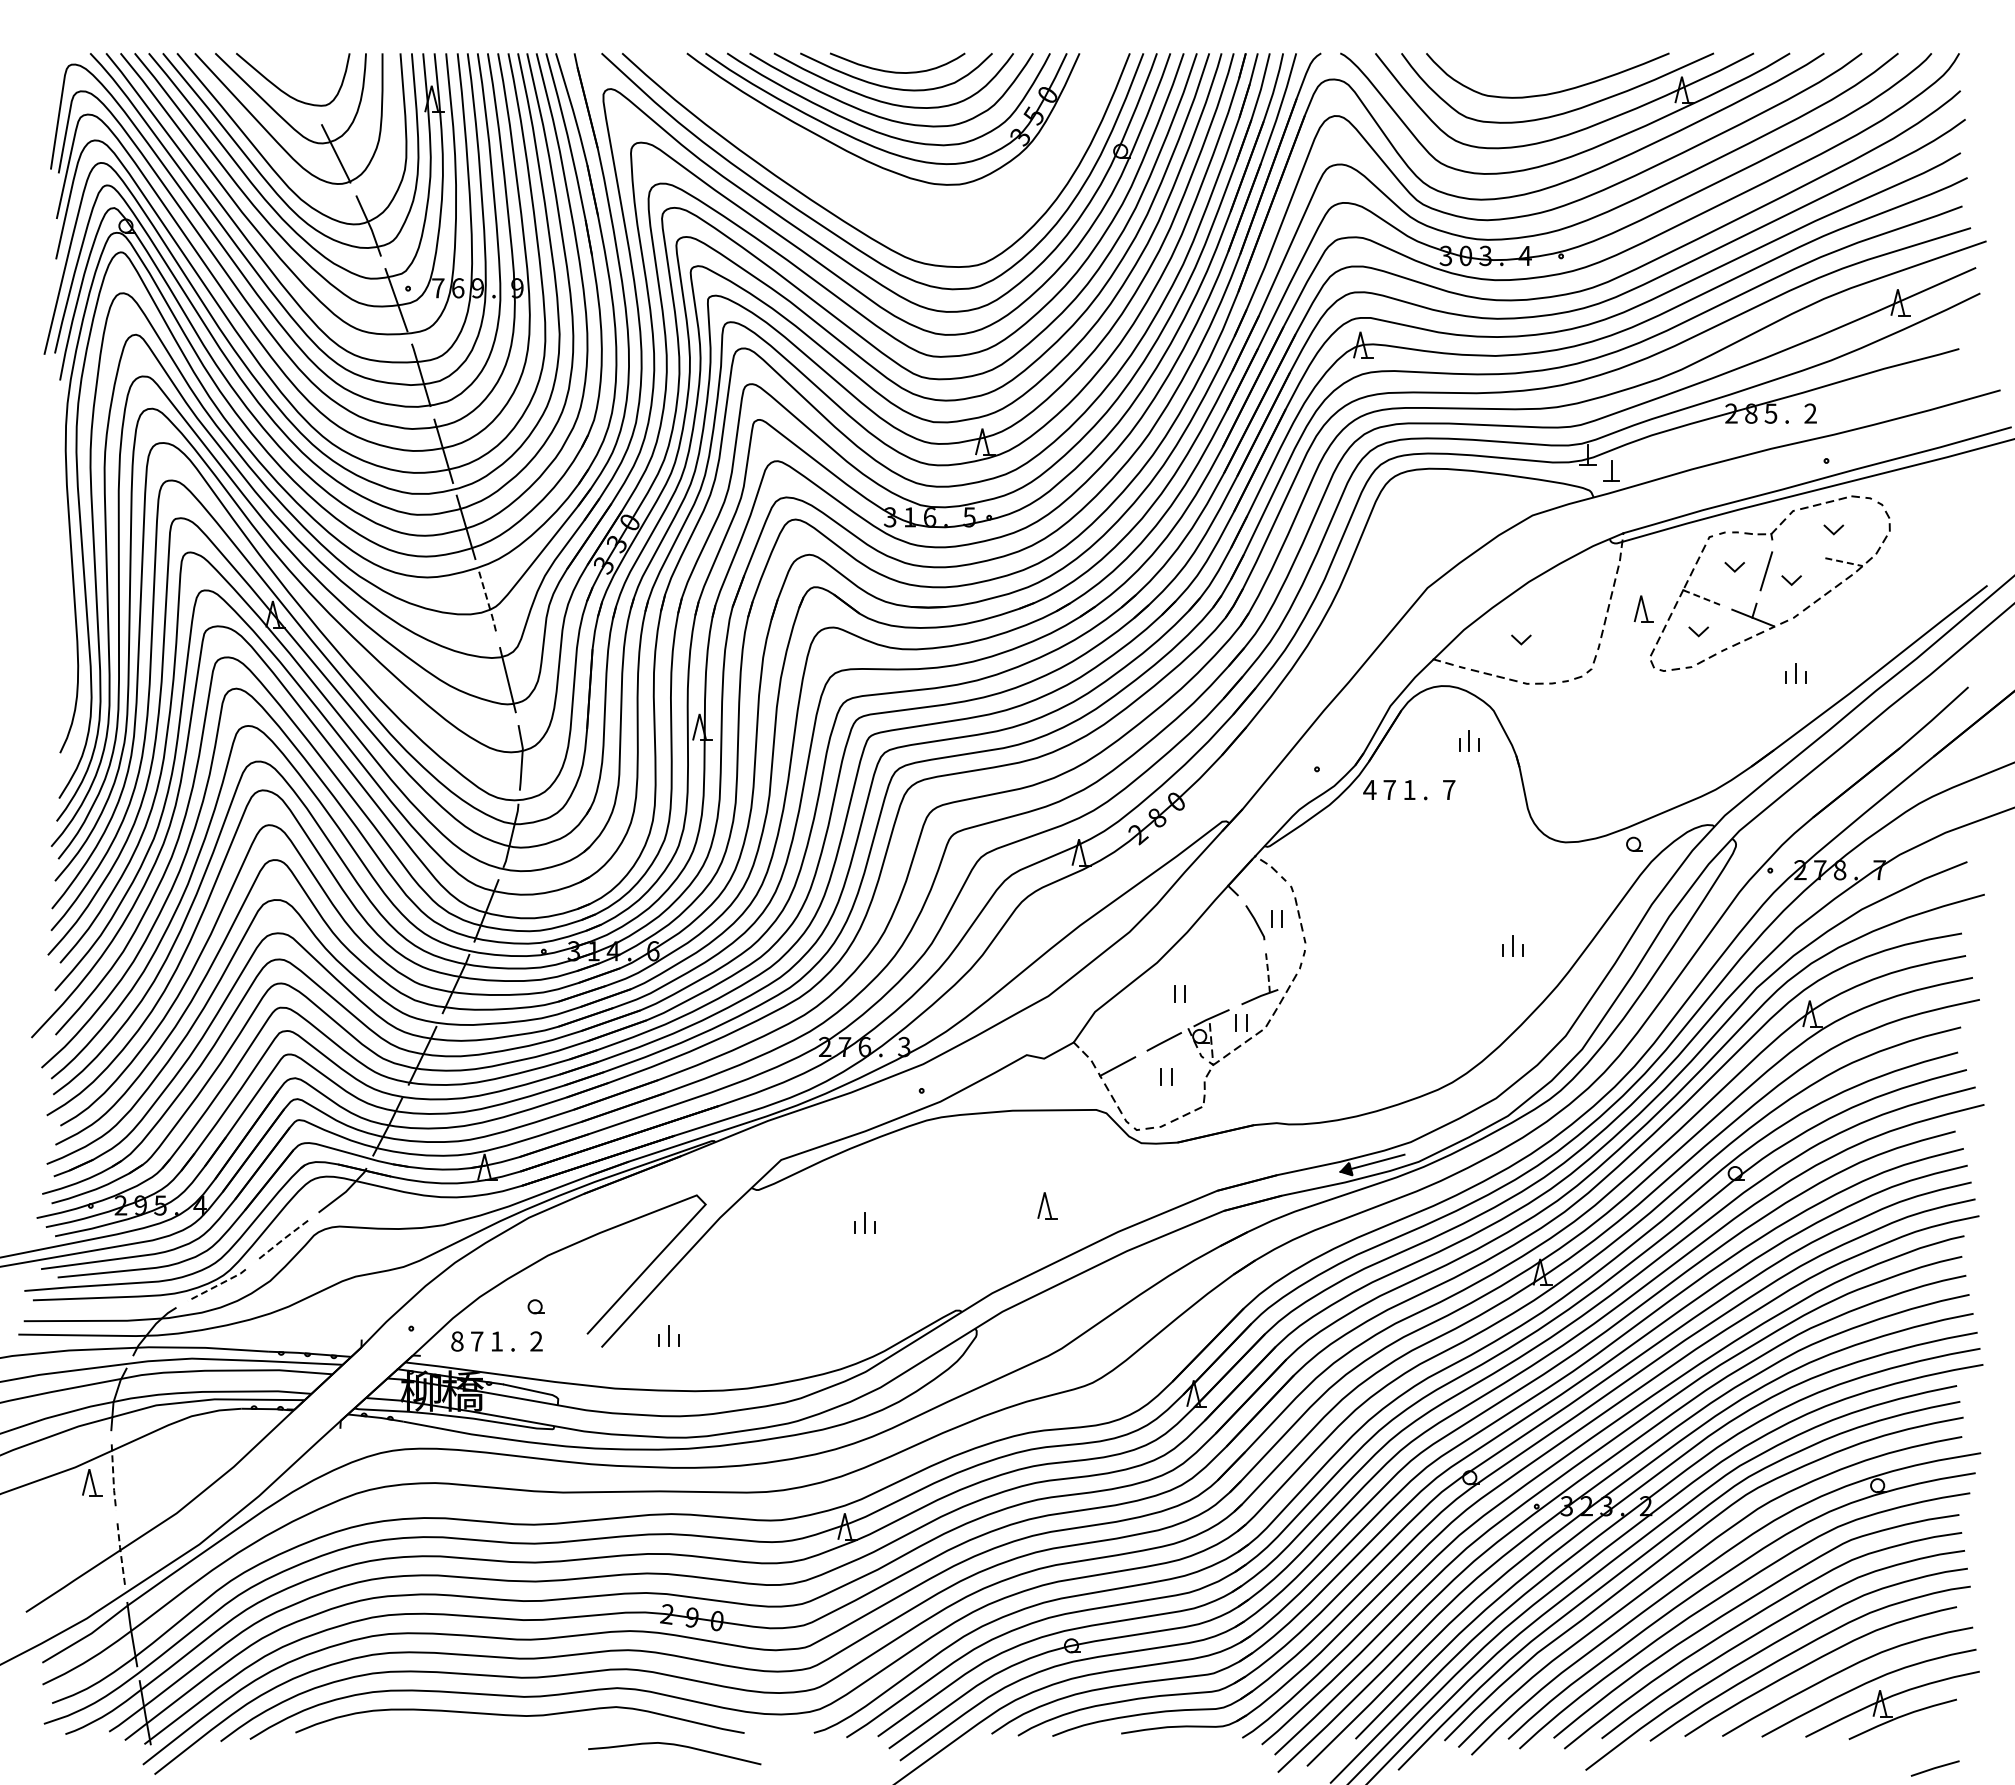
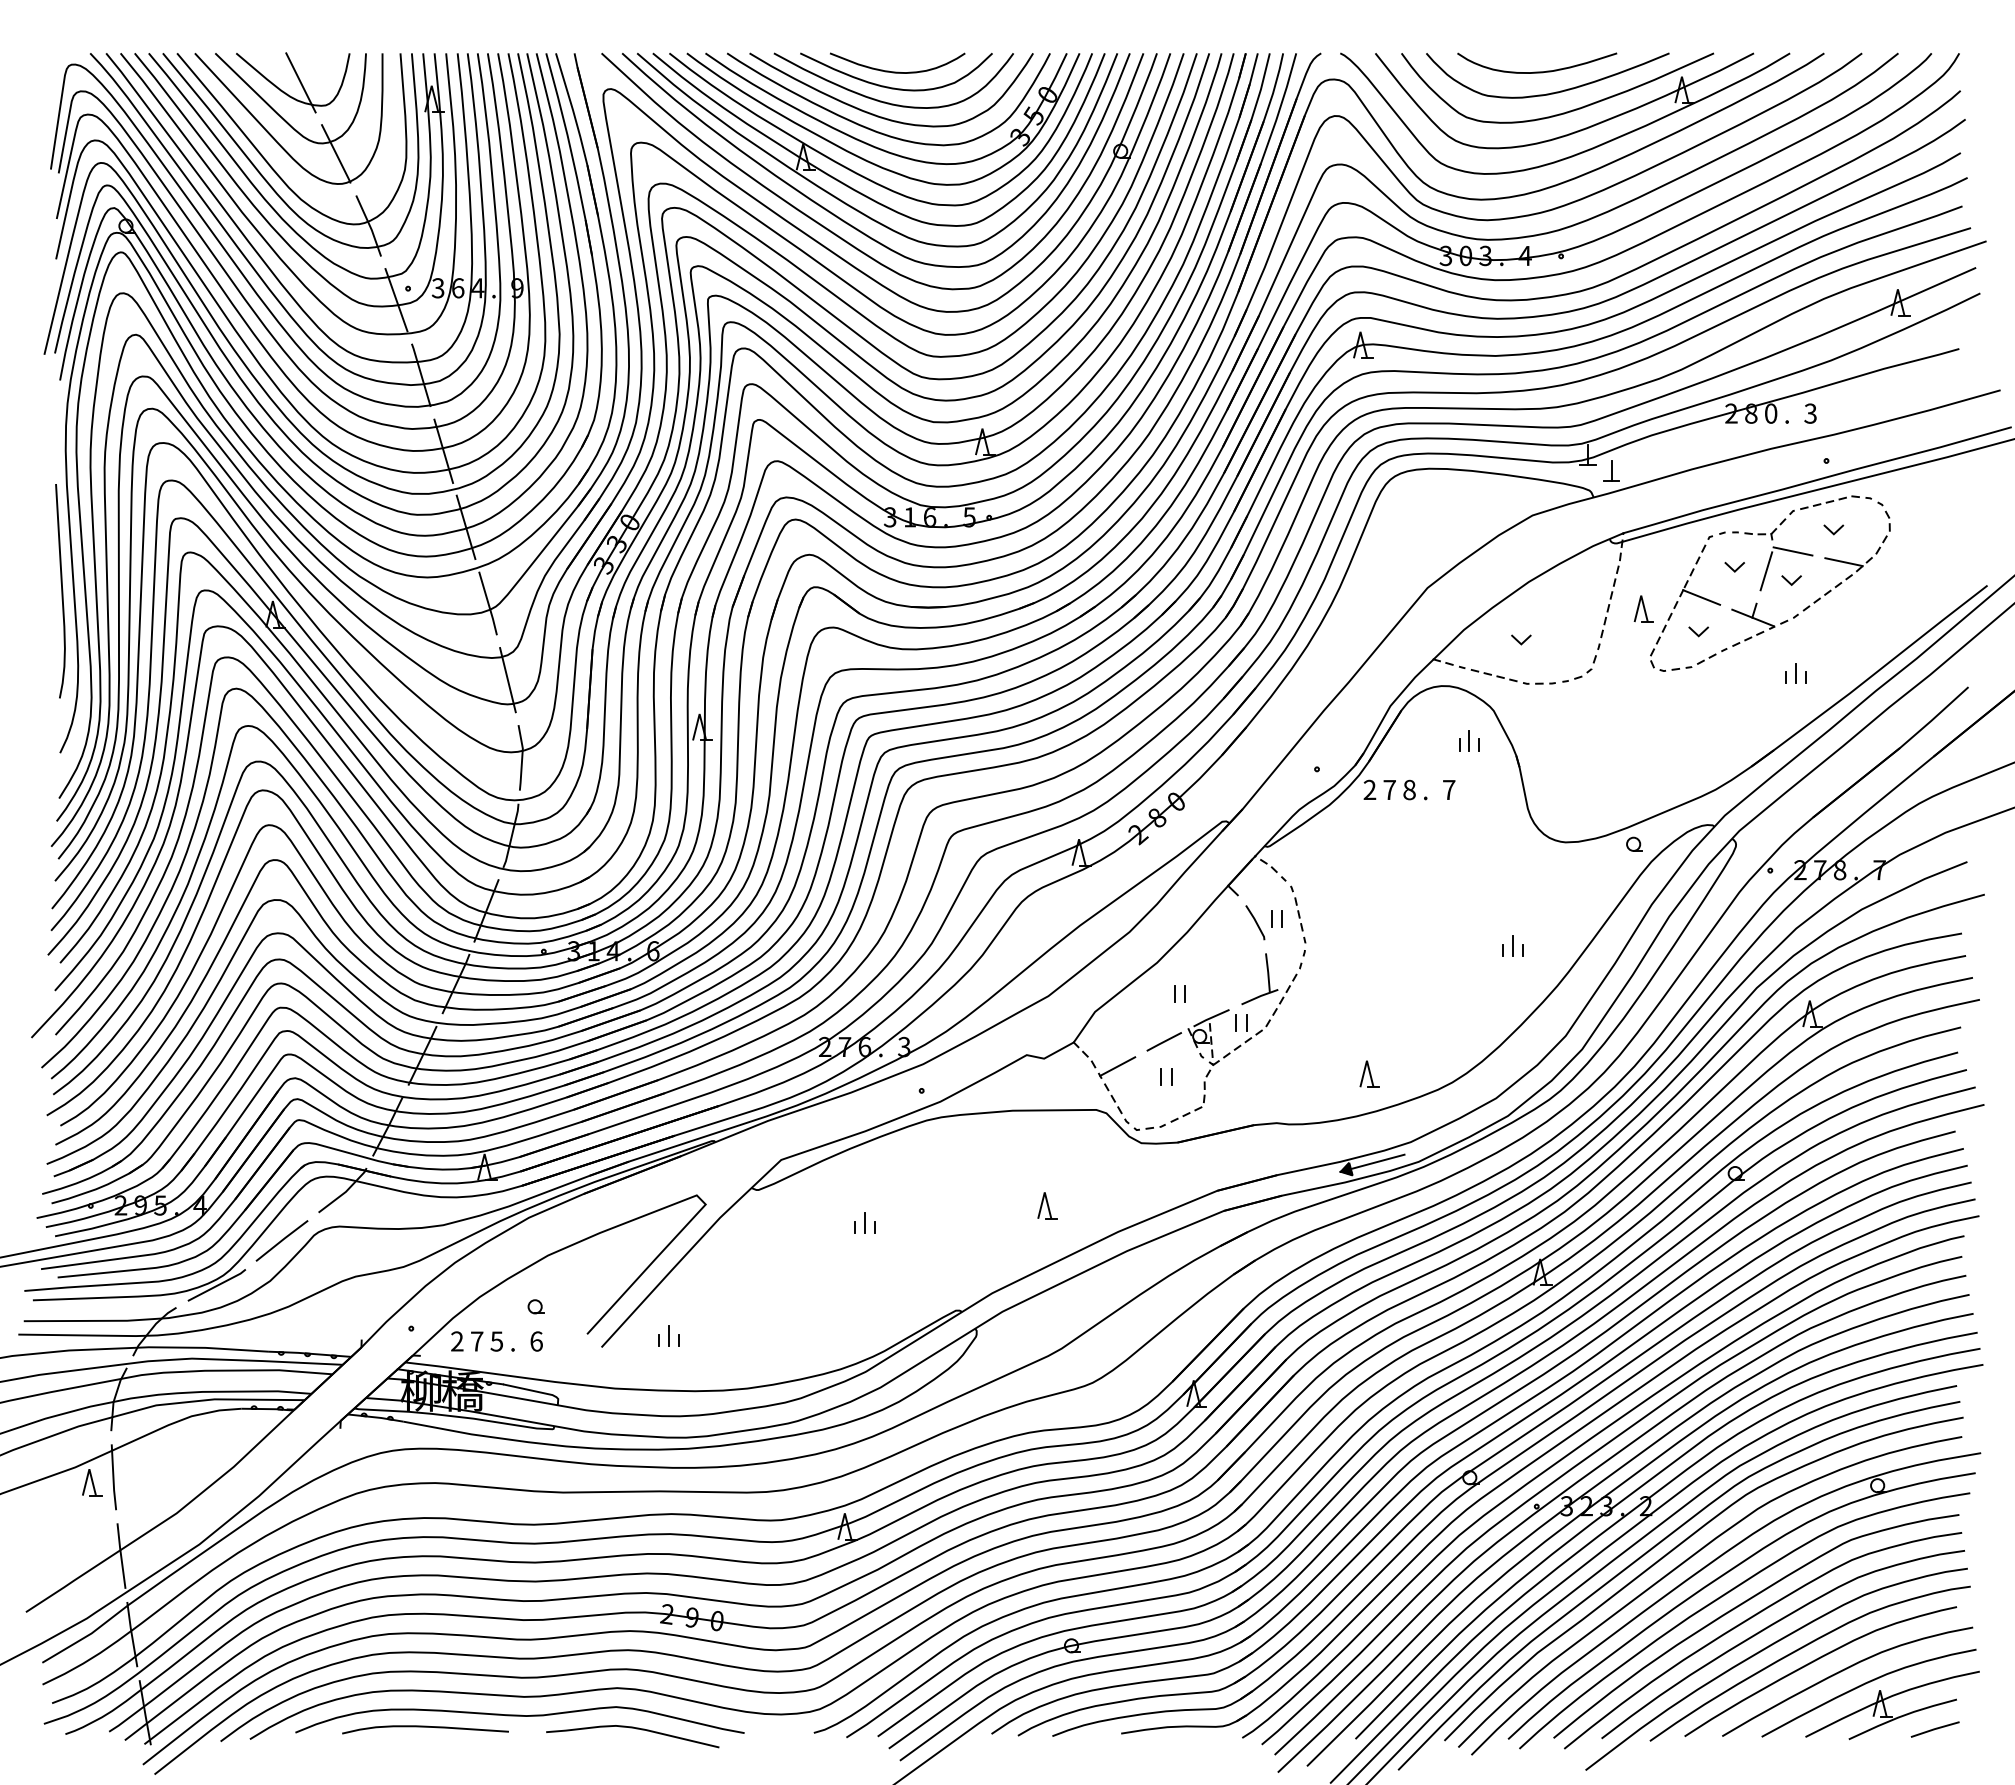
curve at (1537, 71): none -> present
line at (300, 82): none -> present
part at (863, 175): none -> present
text at (437, 288): 7 -> 3
text at (477, 288): 9 -> 4
text at (1770, 413): 5 -> 0
text at (1810, 413): 2 -> 3
line at (1792, 551): none -> present
line at (1844, 562): dashed -> solid
curve at (61, 591): none -> present
line at (1701, 597): dashed -> solid
line at (488, 603): dashed -> solid
text at (1369, 789): 4 -> 2
text at (1409, 789): 1 -> 8
line at (1268, 972): dashed -> solid
part at (1369, 1073): none -> present
line at (282, 1240): dashed -> solid
line at (217, 1285): dashed -> solid
text at (457, 1341): 8 -> 2
text at (496, 1341): 1 -> 5
text at (536, 1341): 2 -> 6
line at (113, 1477): dashed -> solid
line at (121, 1555): dashed -> solid
curve at (425, 1727): none -> present
curve at (674, 1745) position: (674, 1745) -> (632, 1728)
line at (1934, 1768) position: (1934, 1768) -> (1934, 1729)
